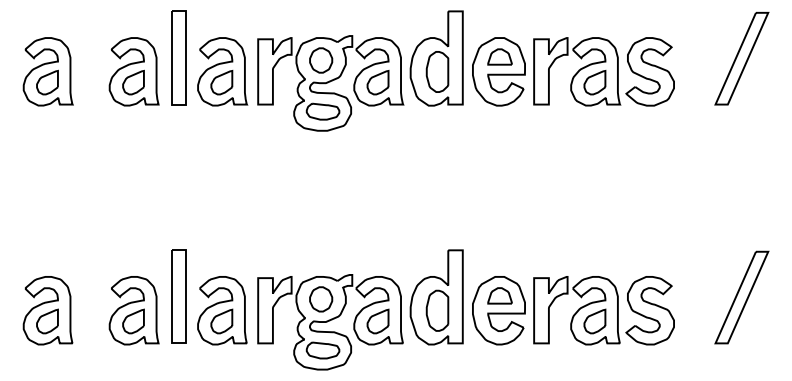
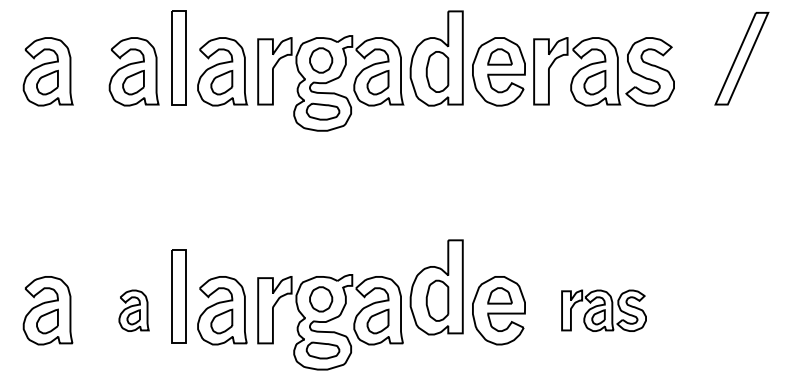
part at (436, 297) position: (436, 297) -> (436, 287)
part at (741, 297): present -> none
part at (133, 310) size: 52x70 px -> 32x43 px
part at (603, 310) size: 142x70 px -> 86x43 px
